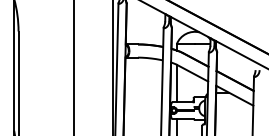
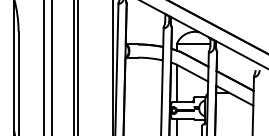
line at (43, 67): none -> present
line at (51, 67): none -> present
line at (77, 67): none -> present
